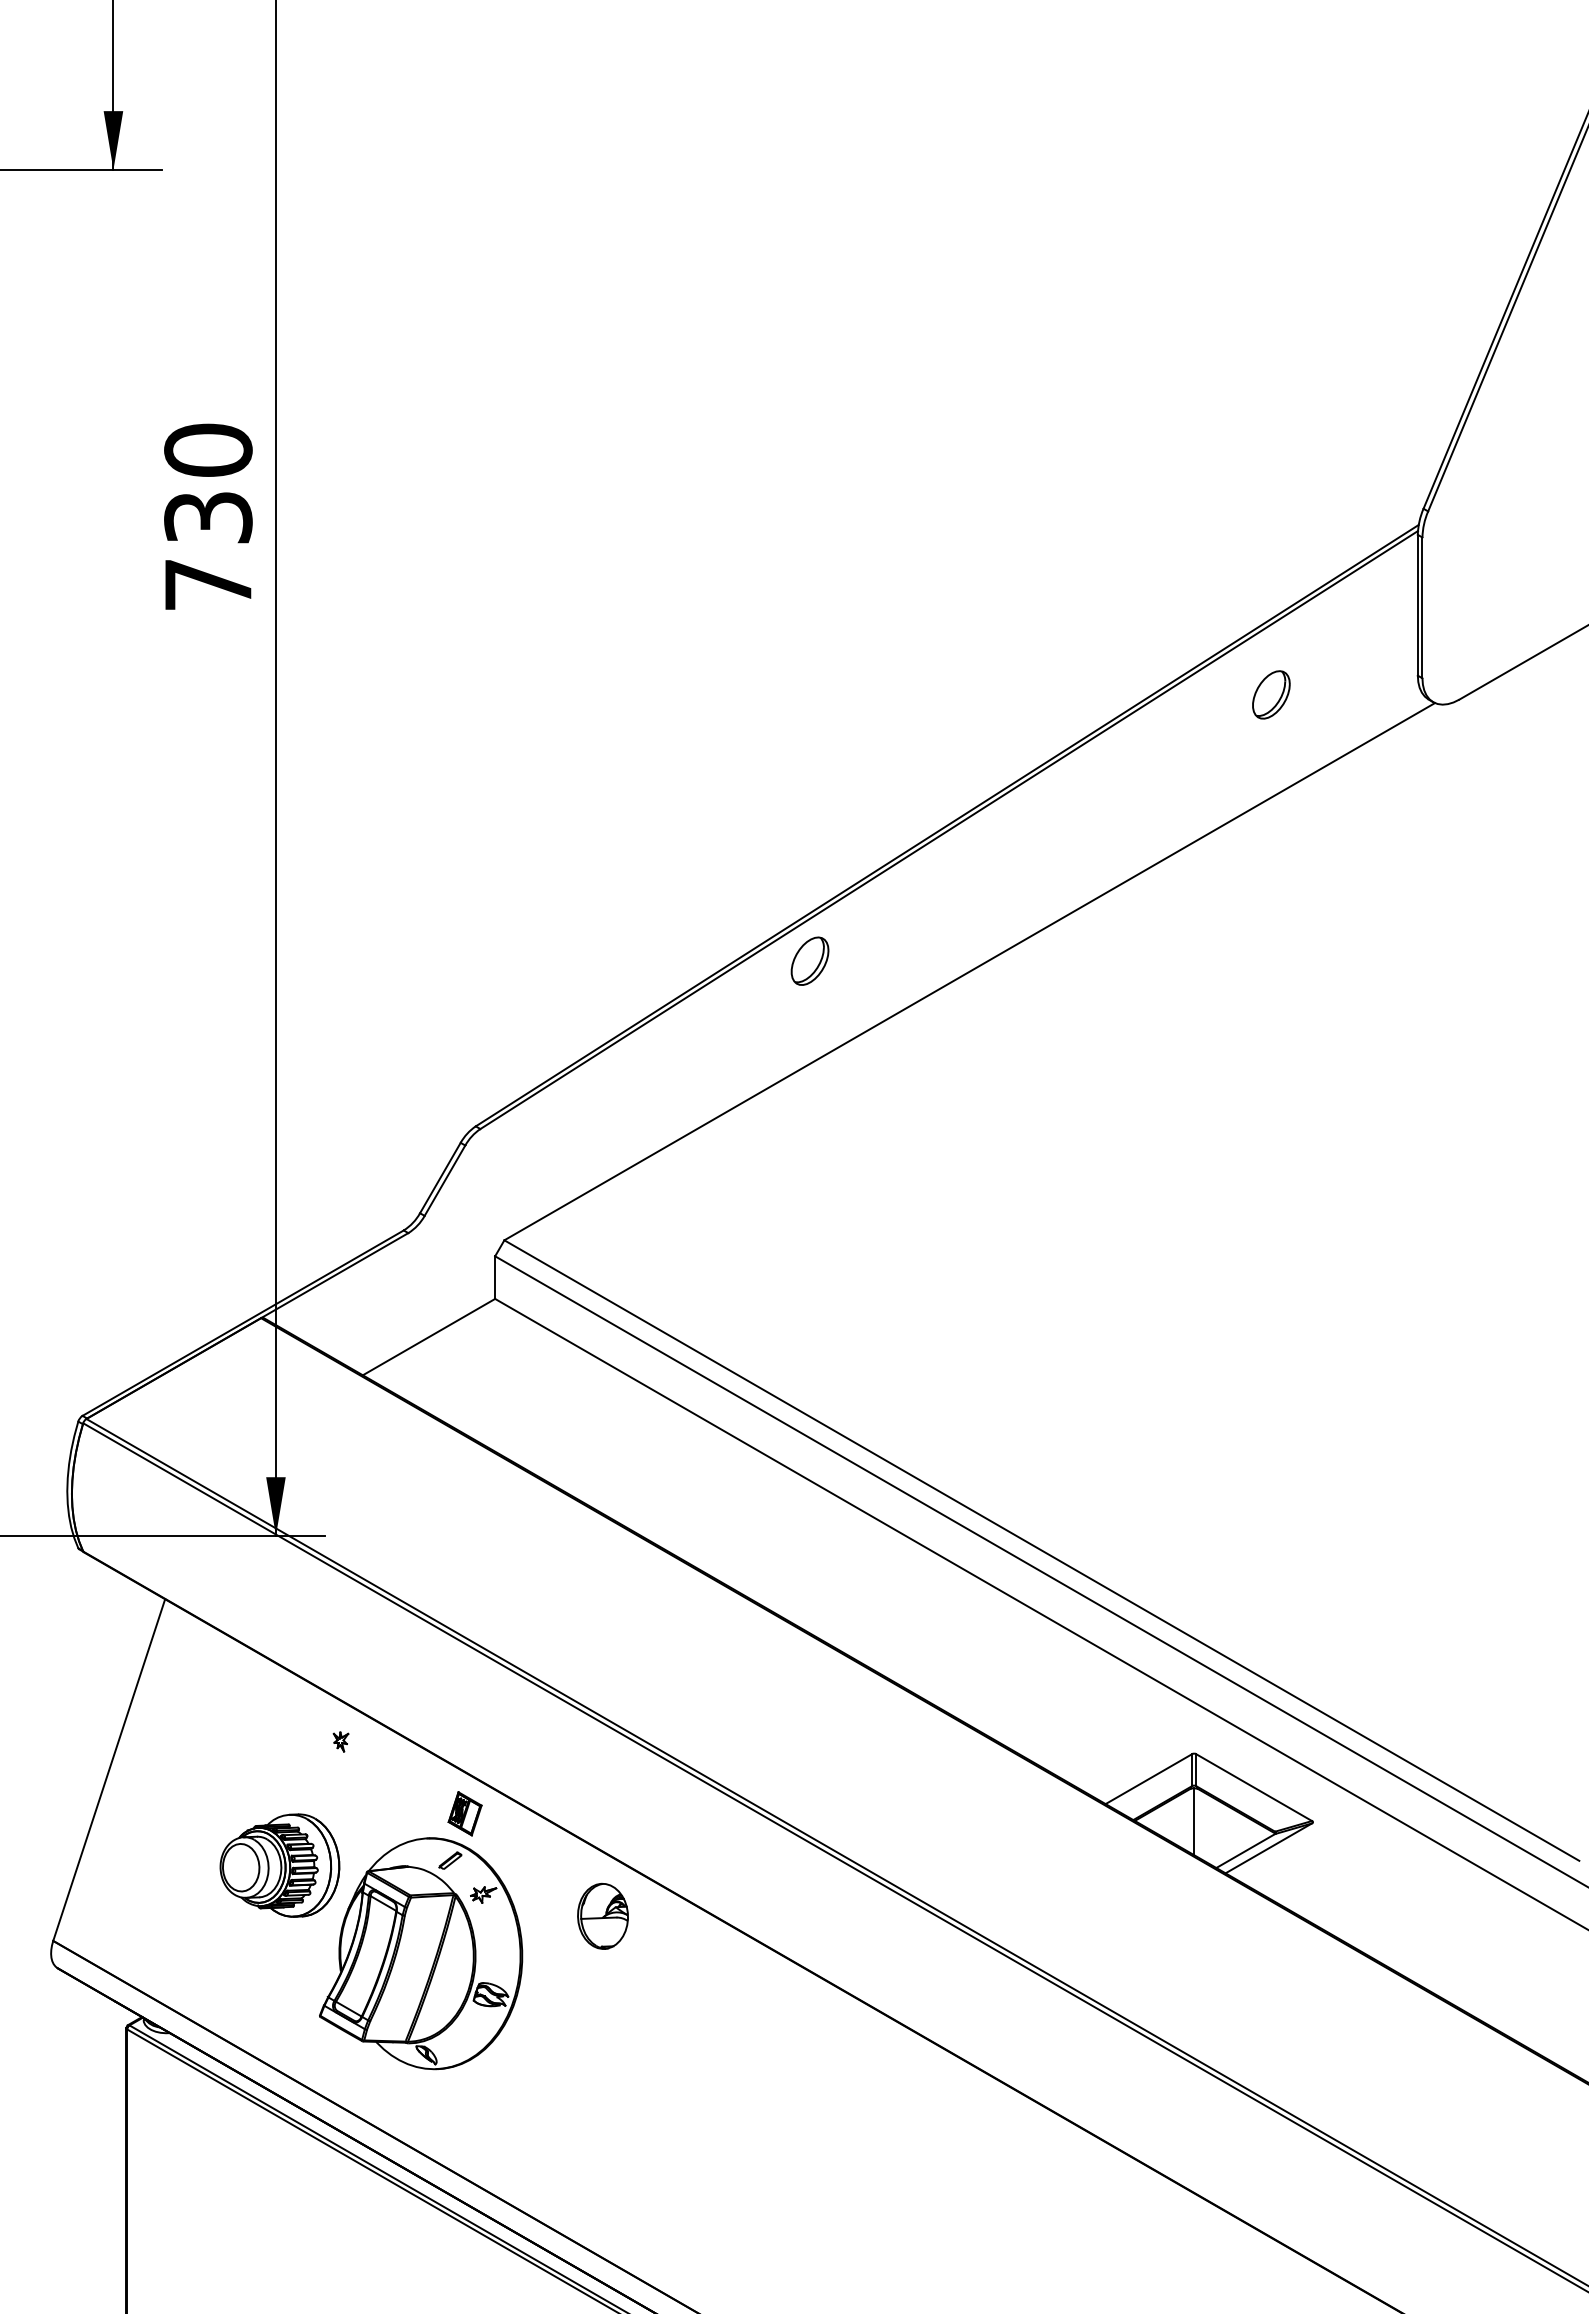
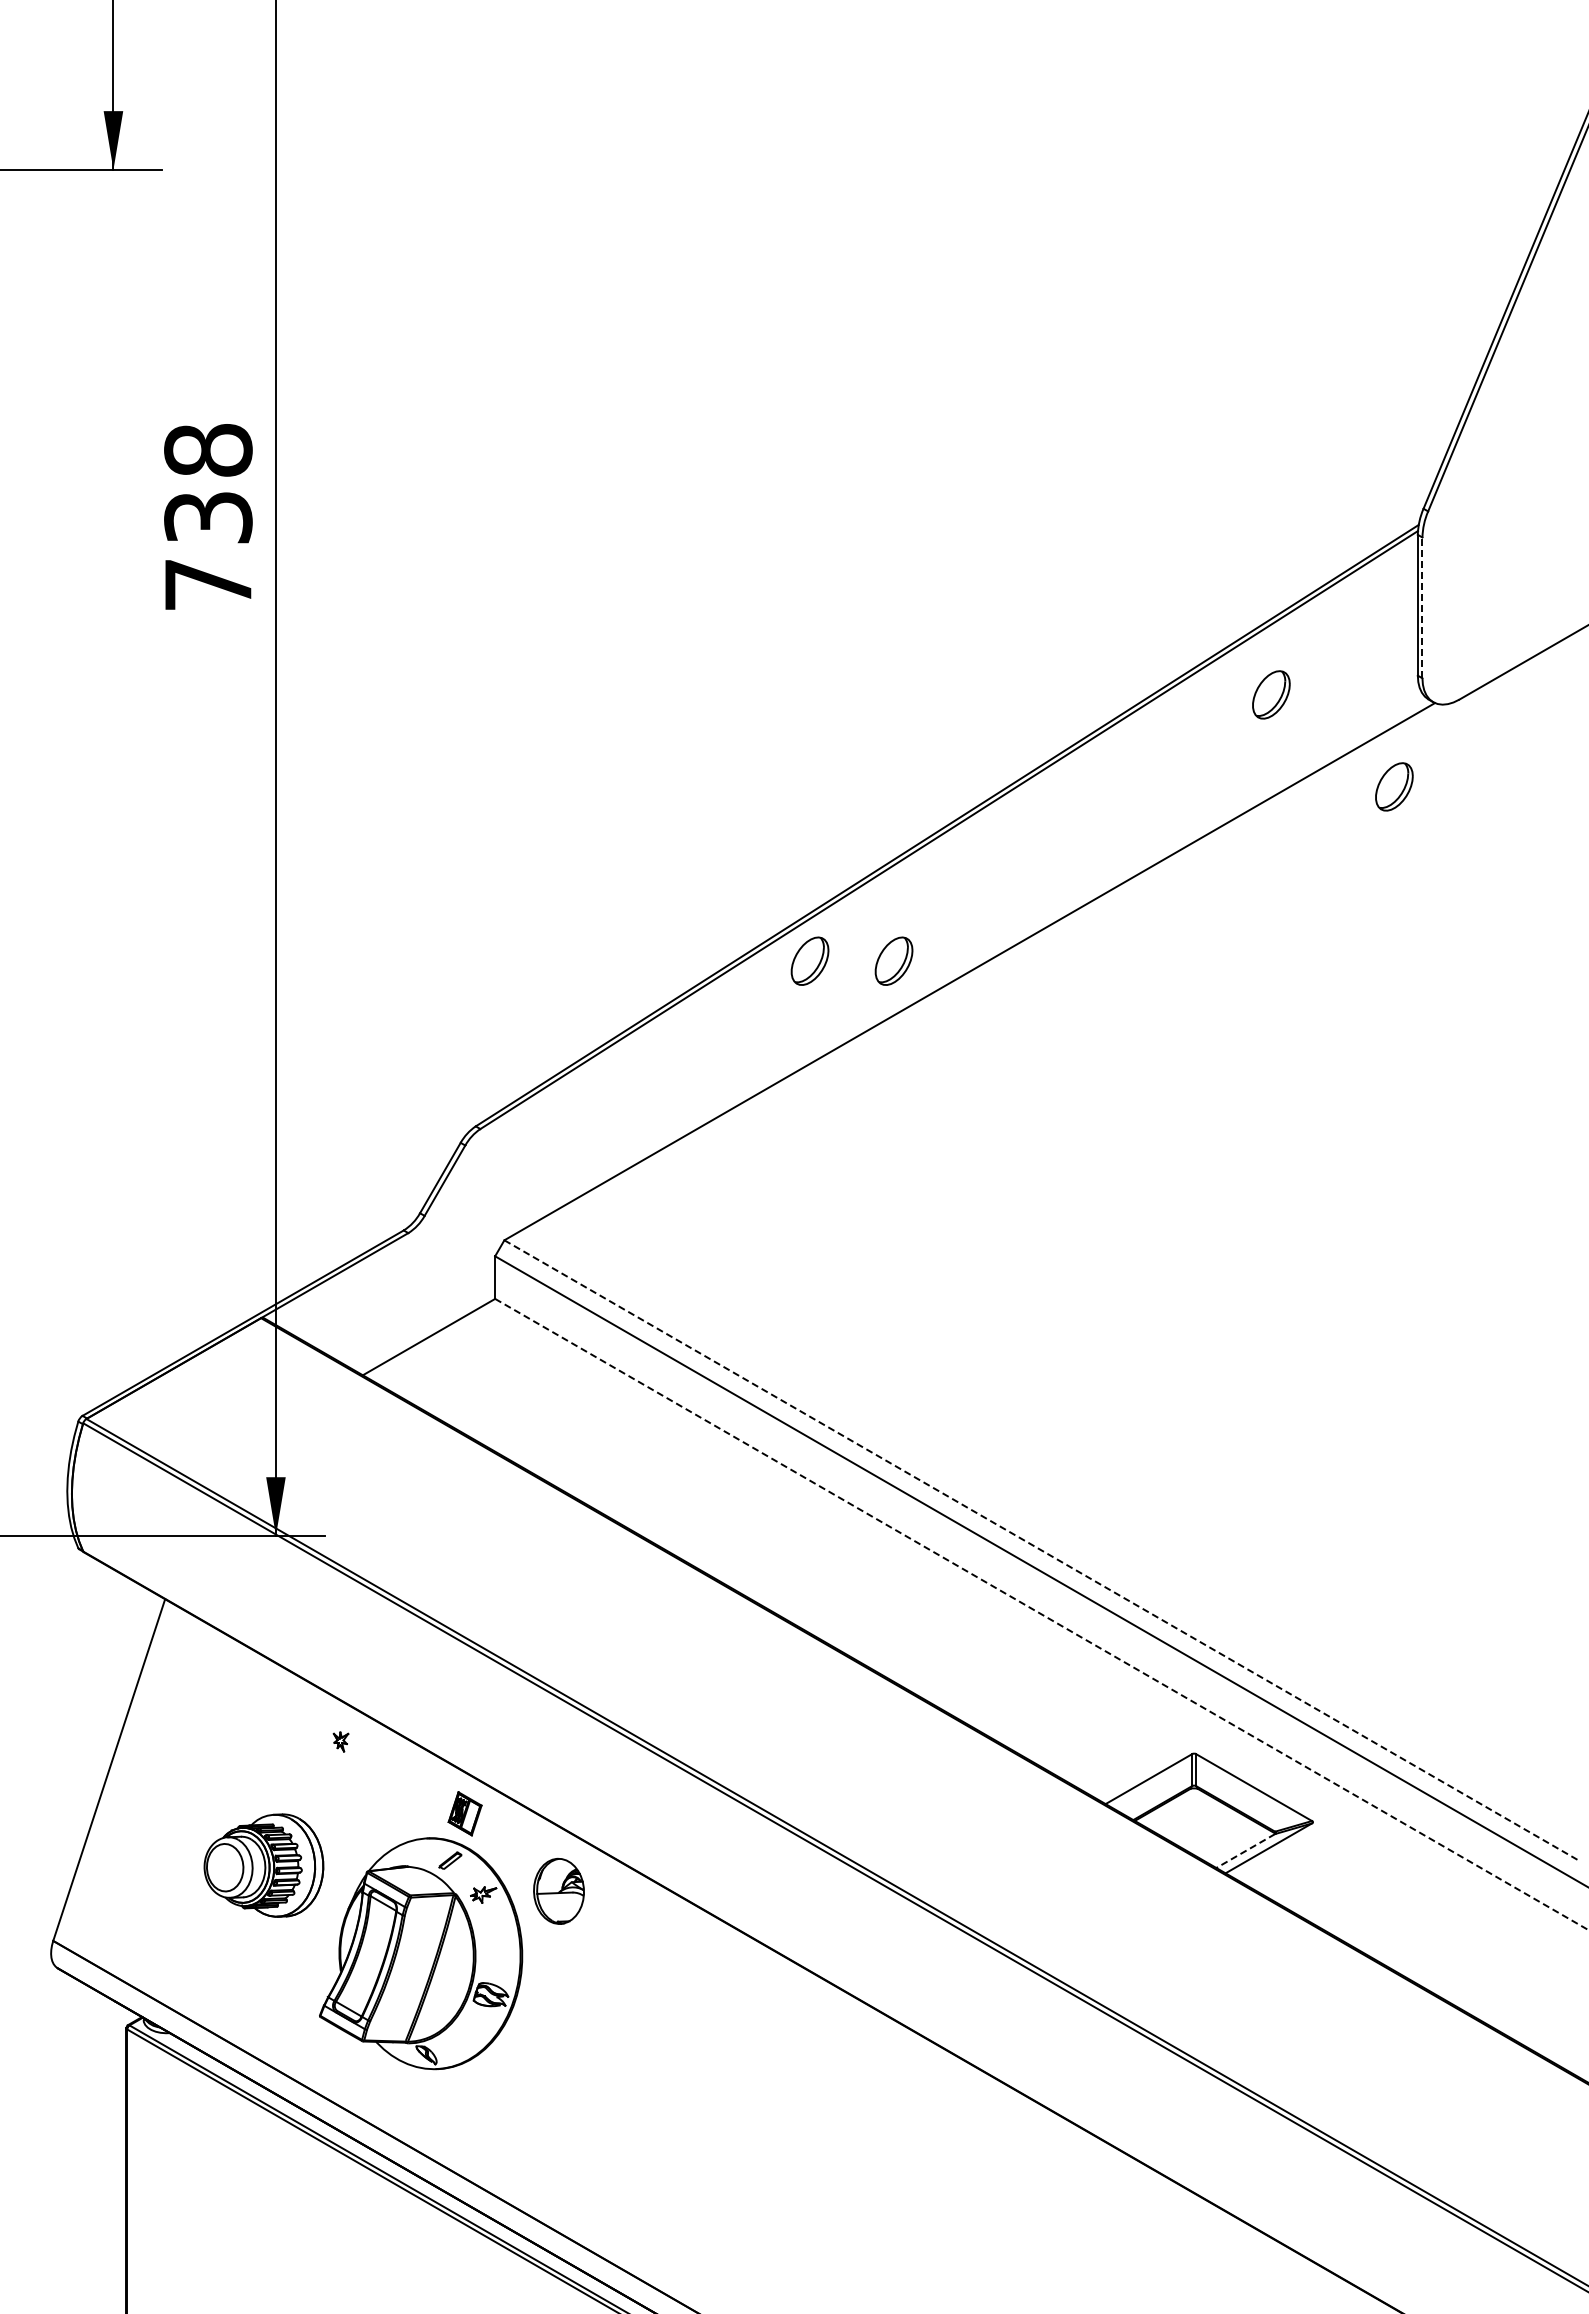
text at (208, 449): 730 -> 738
line at (1422, 607): solid -> dashed
part at (1394, 786): none -> present
part at (893, 960): none -> present
line at (1041, 1550): solid -> dashed
line at (1042, 1614): solid -> dashed
line at (1194, 1821): present -> none
line at (1245, 1851): solid -> dashed
part at (279, 1865) position: (279, 1865) -> (263, 1865)
part at (602, 1915) position: (602, 1915) -> (558, 1890)
